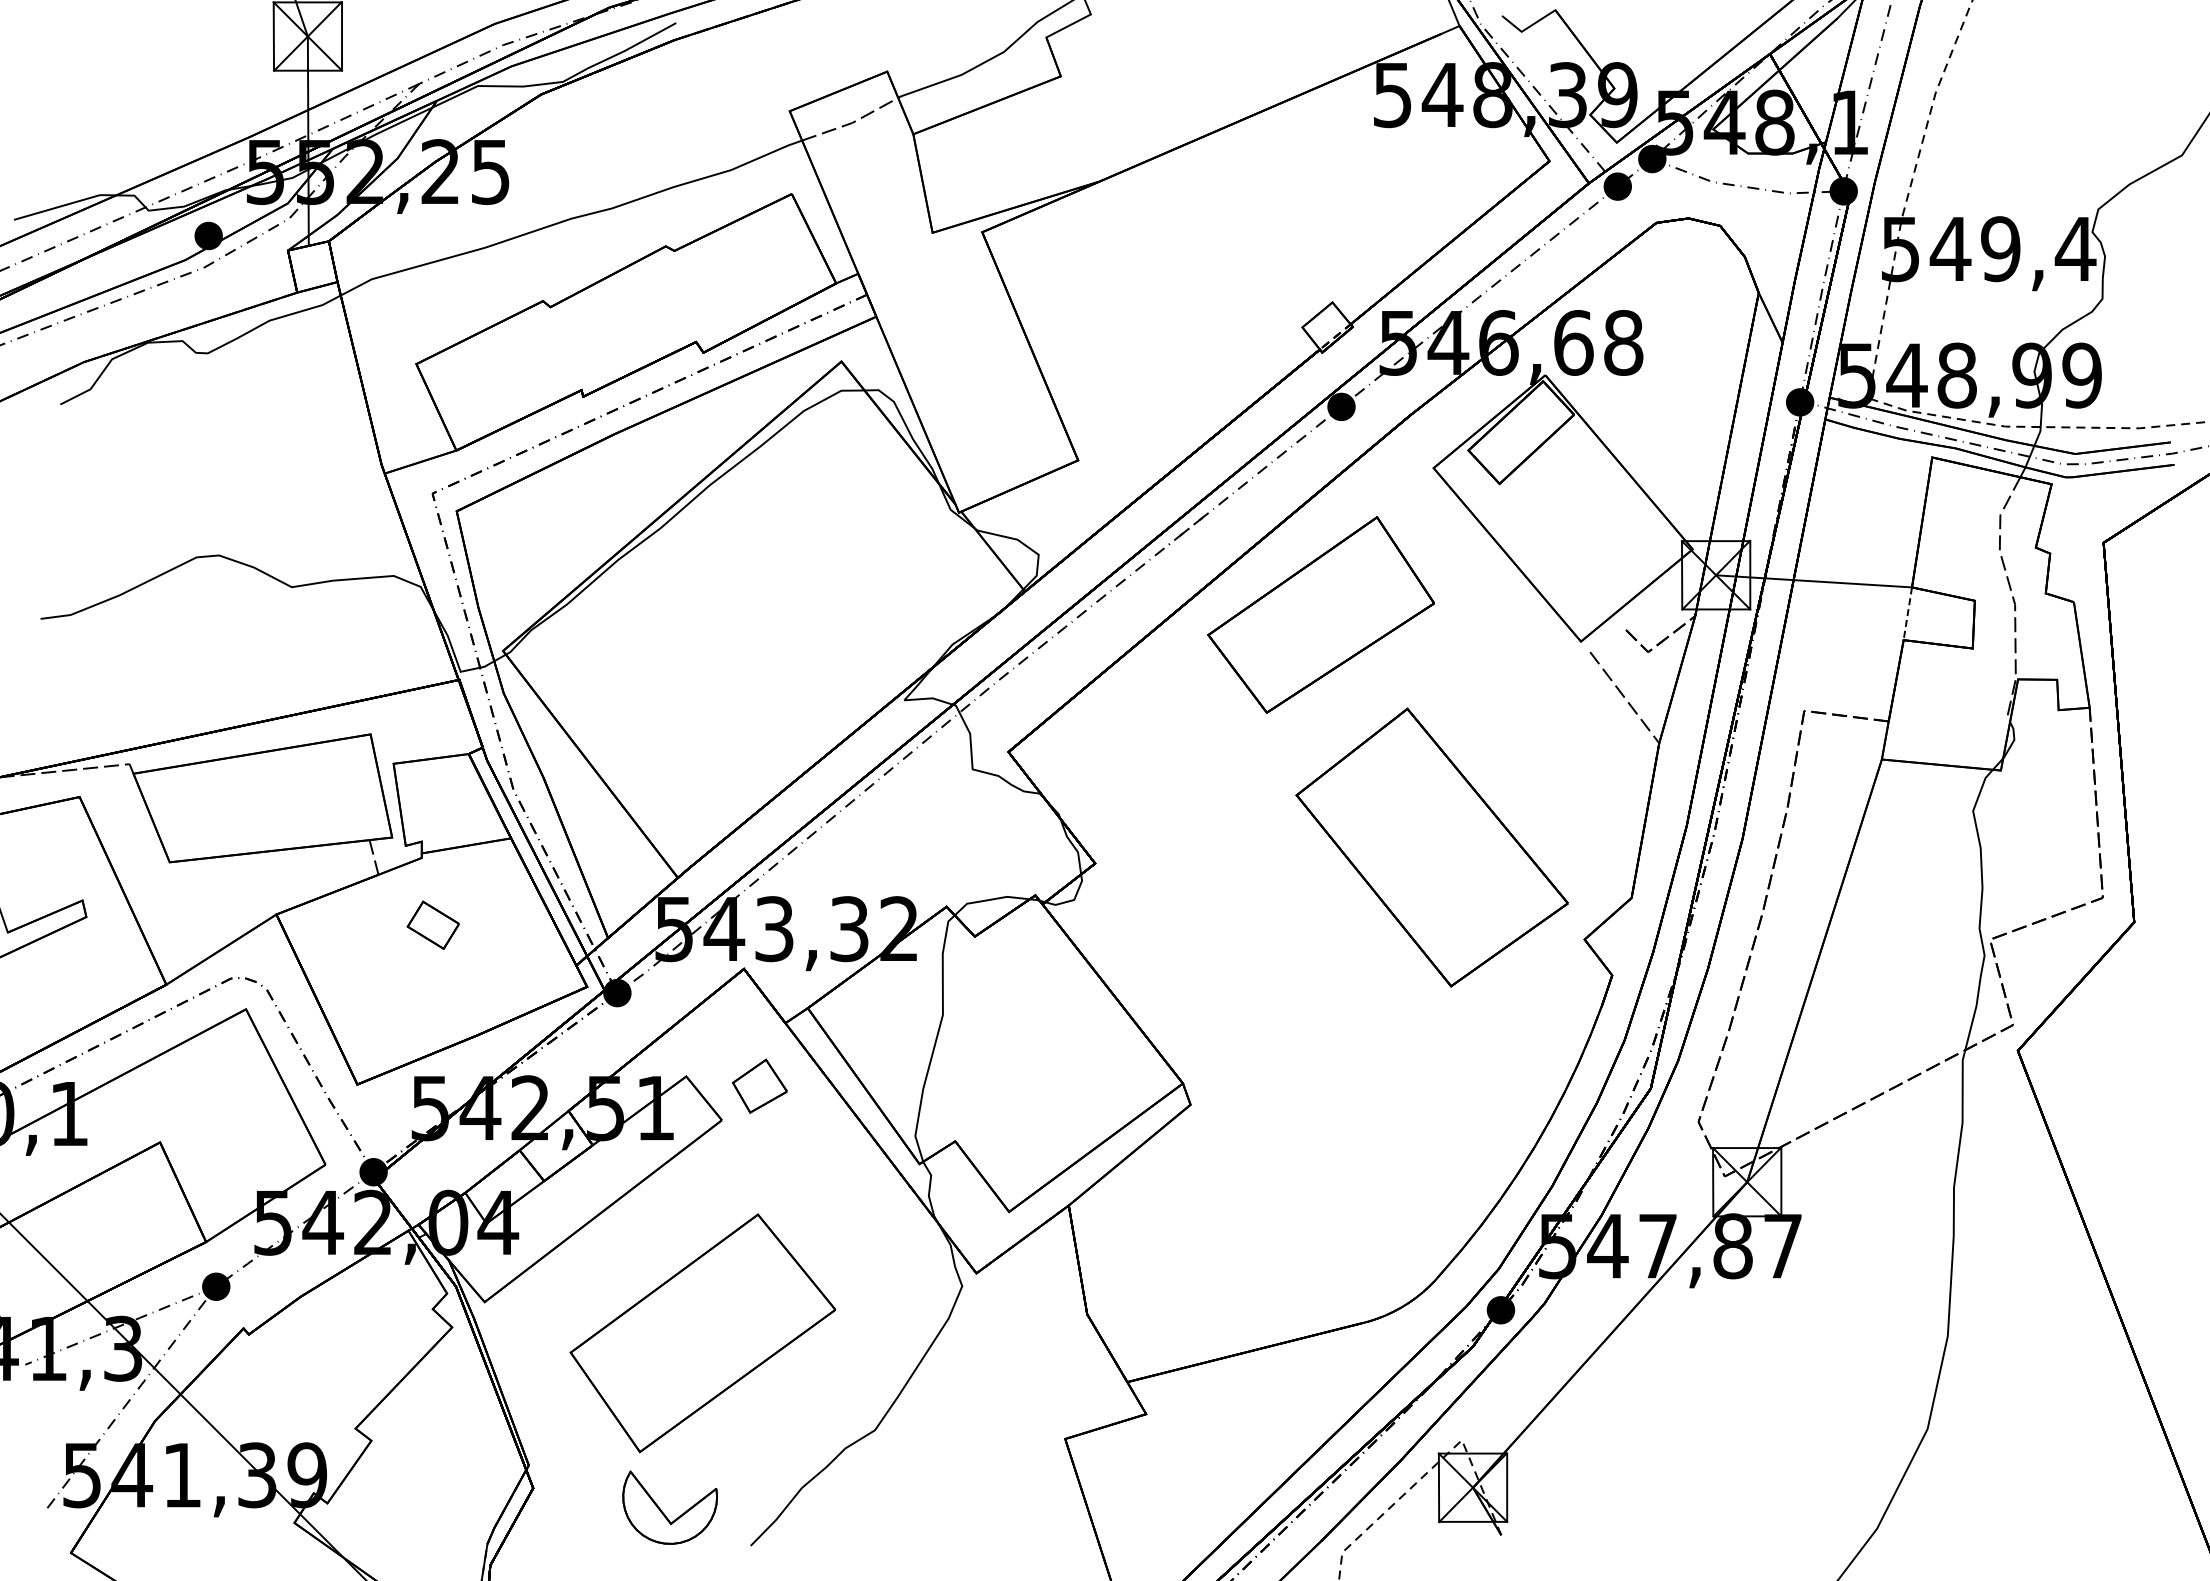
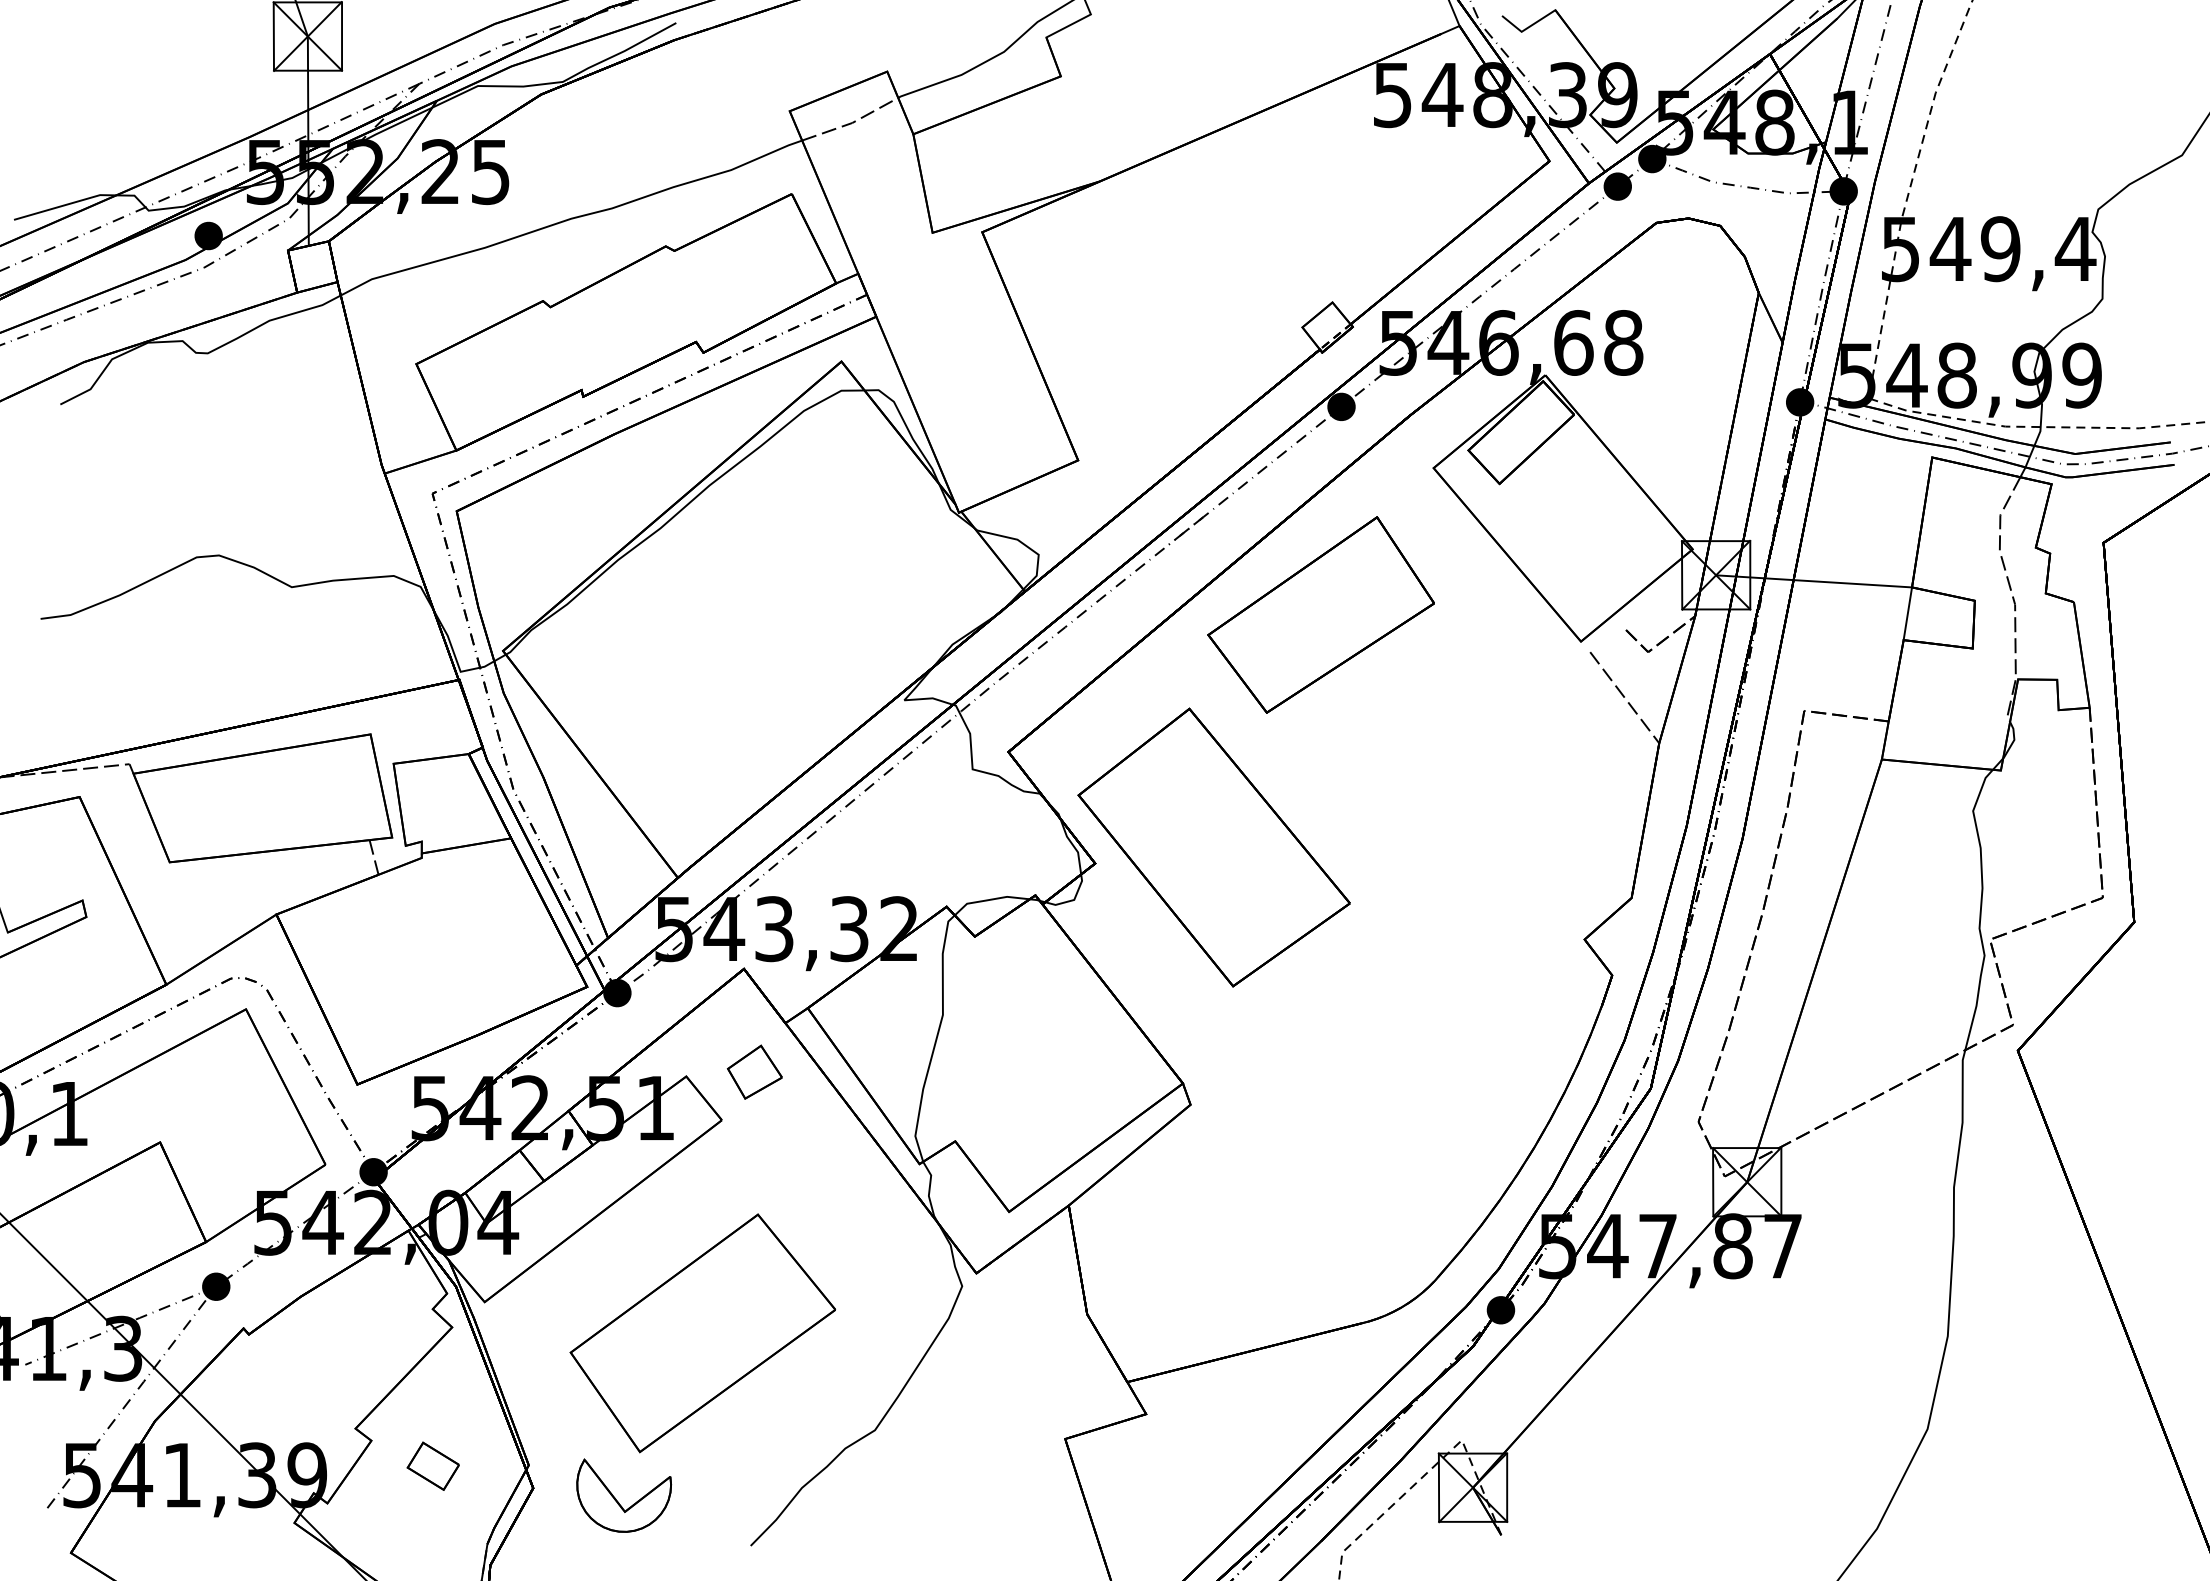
line at (1907, 613): dashed -> solid
part at (1431, 847) position: (1431, 847) -> (1213, 847)
part at (432, 924) position: (432, 924) -> (432, 1465)
part at (759, 1085) position: (759, 1085) -> (754, 1071)
part at (664, 1513) position: (664, 1513) -> (618, 1501)
